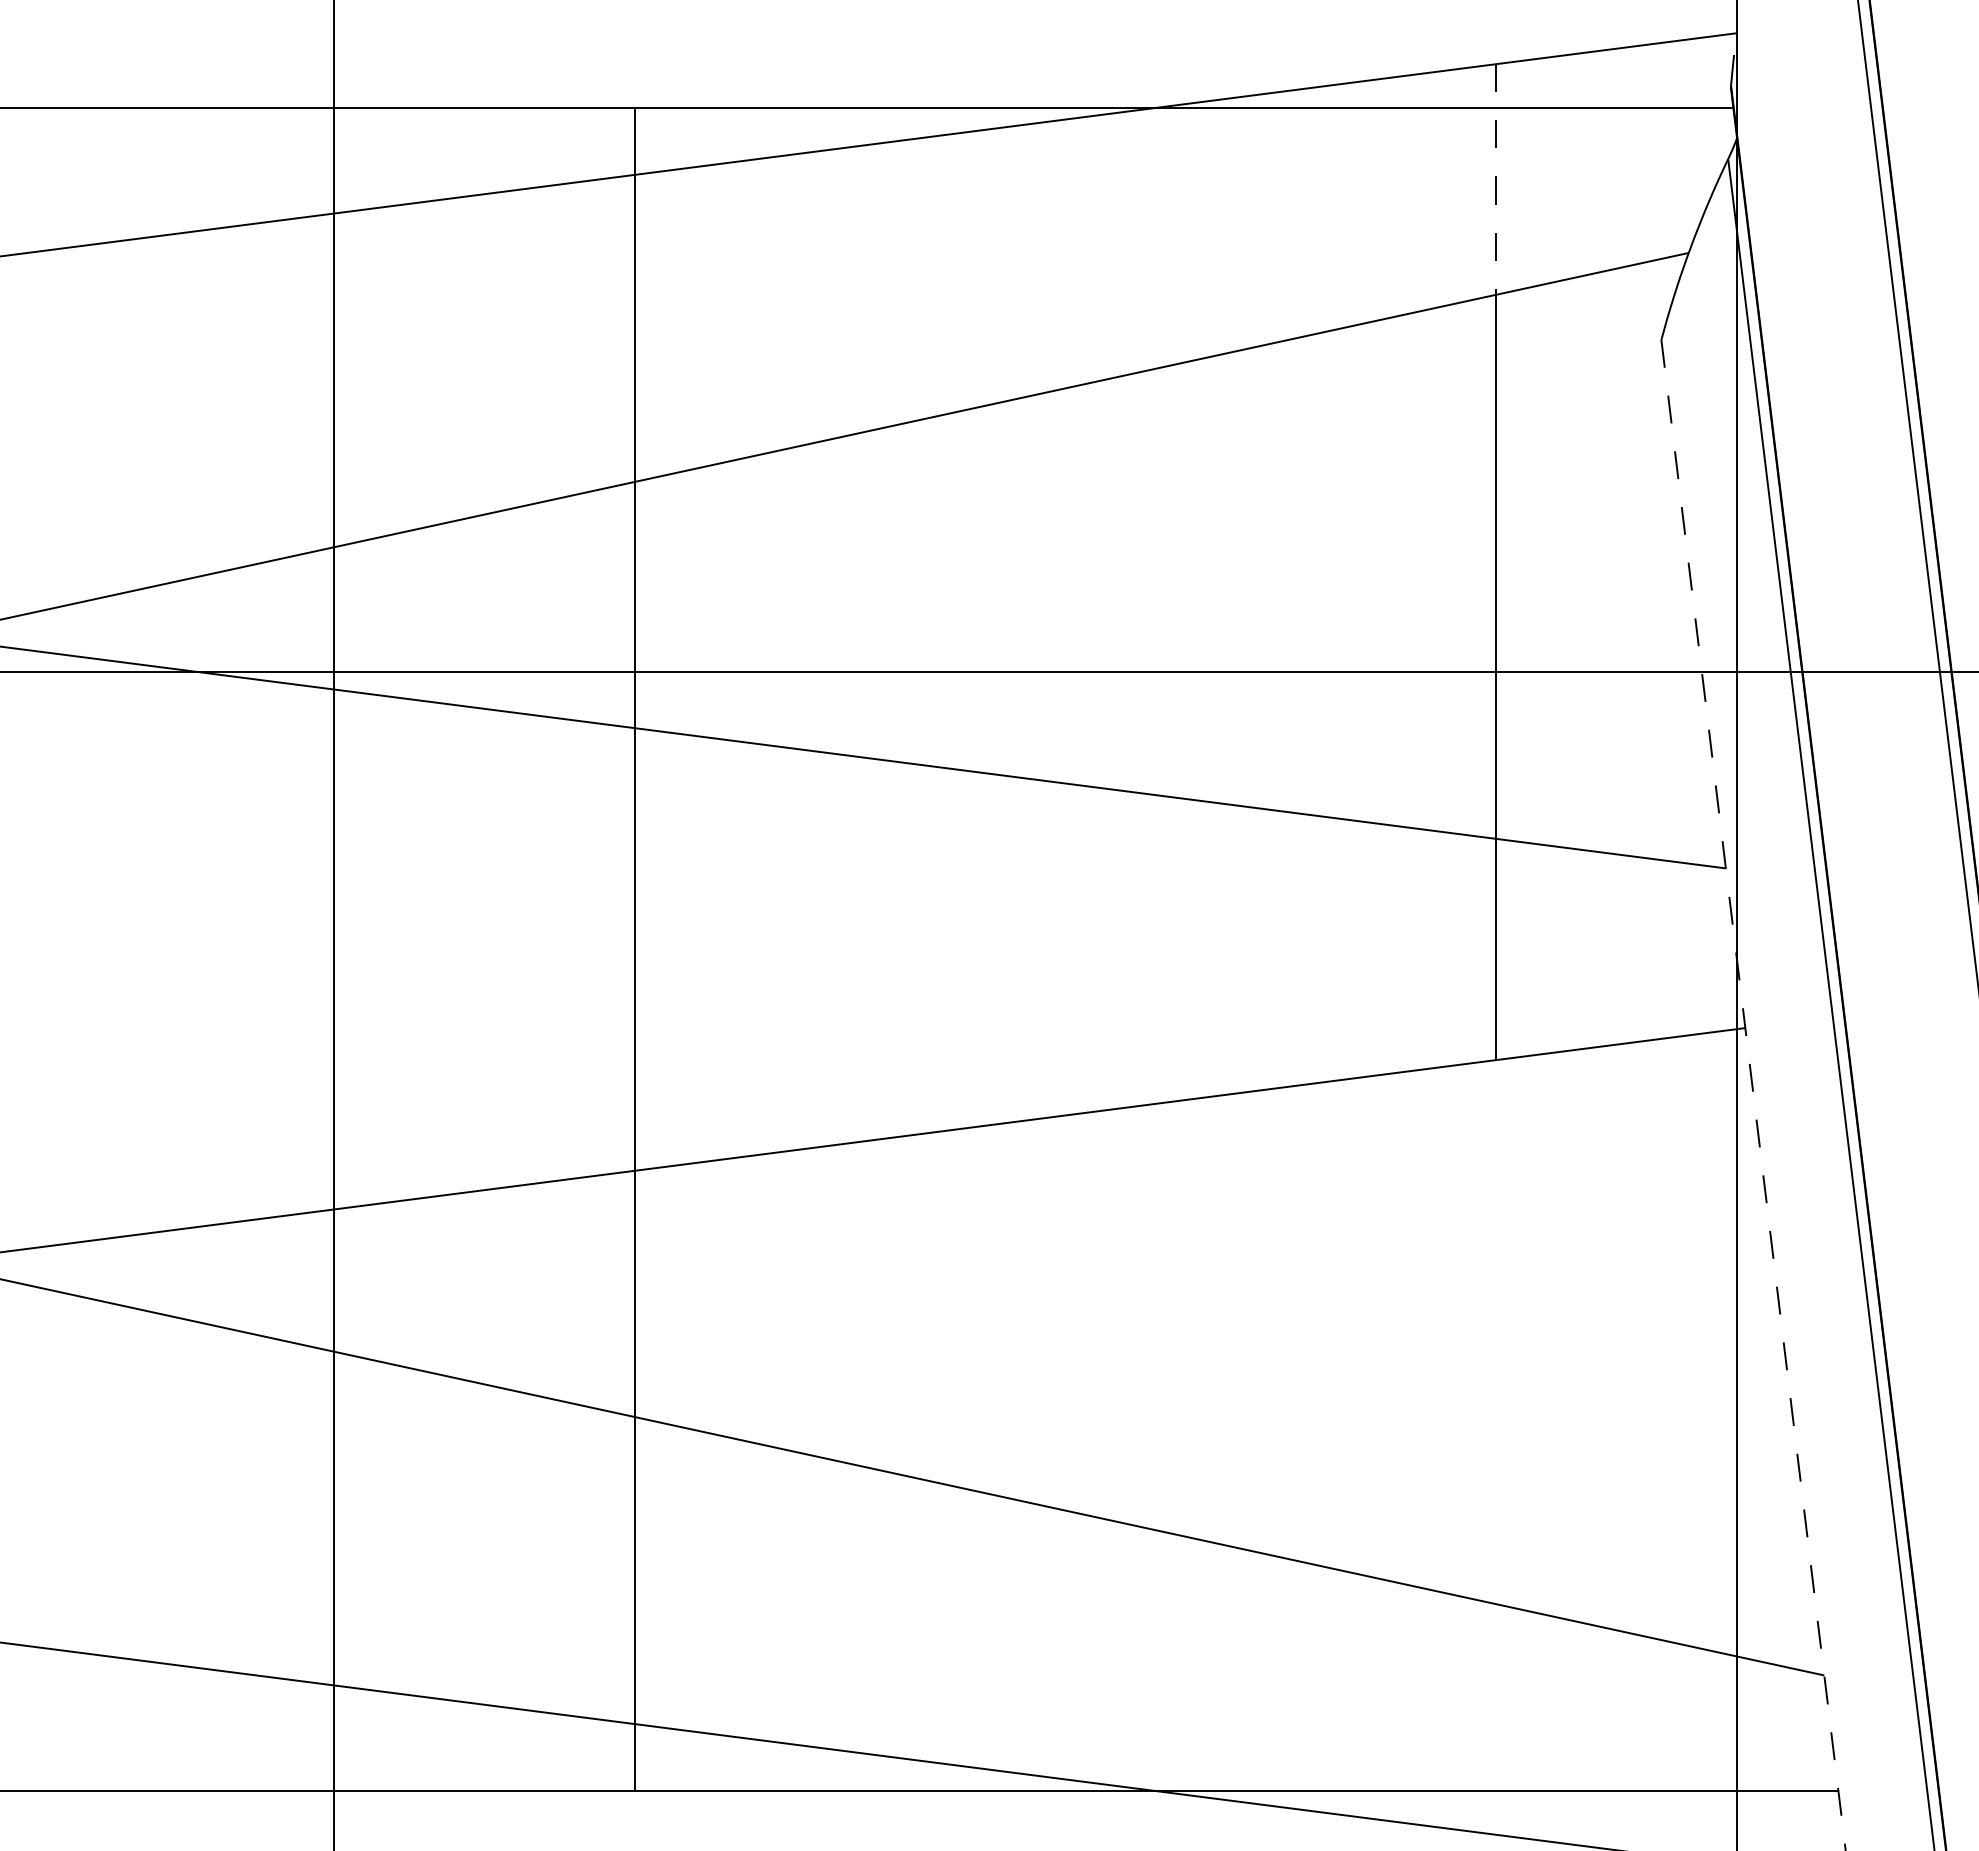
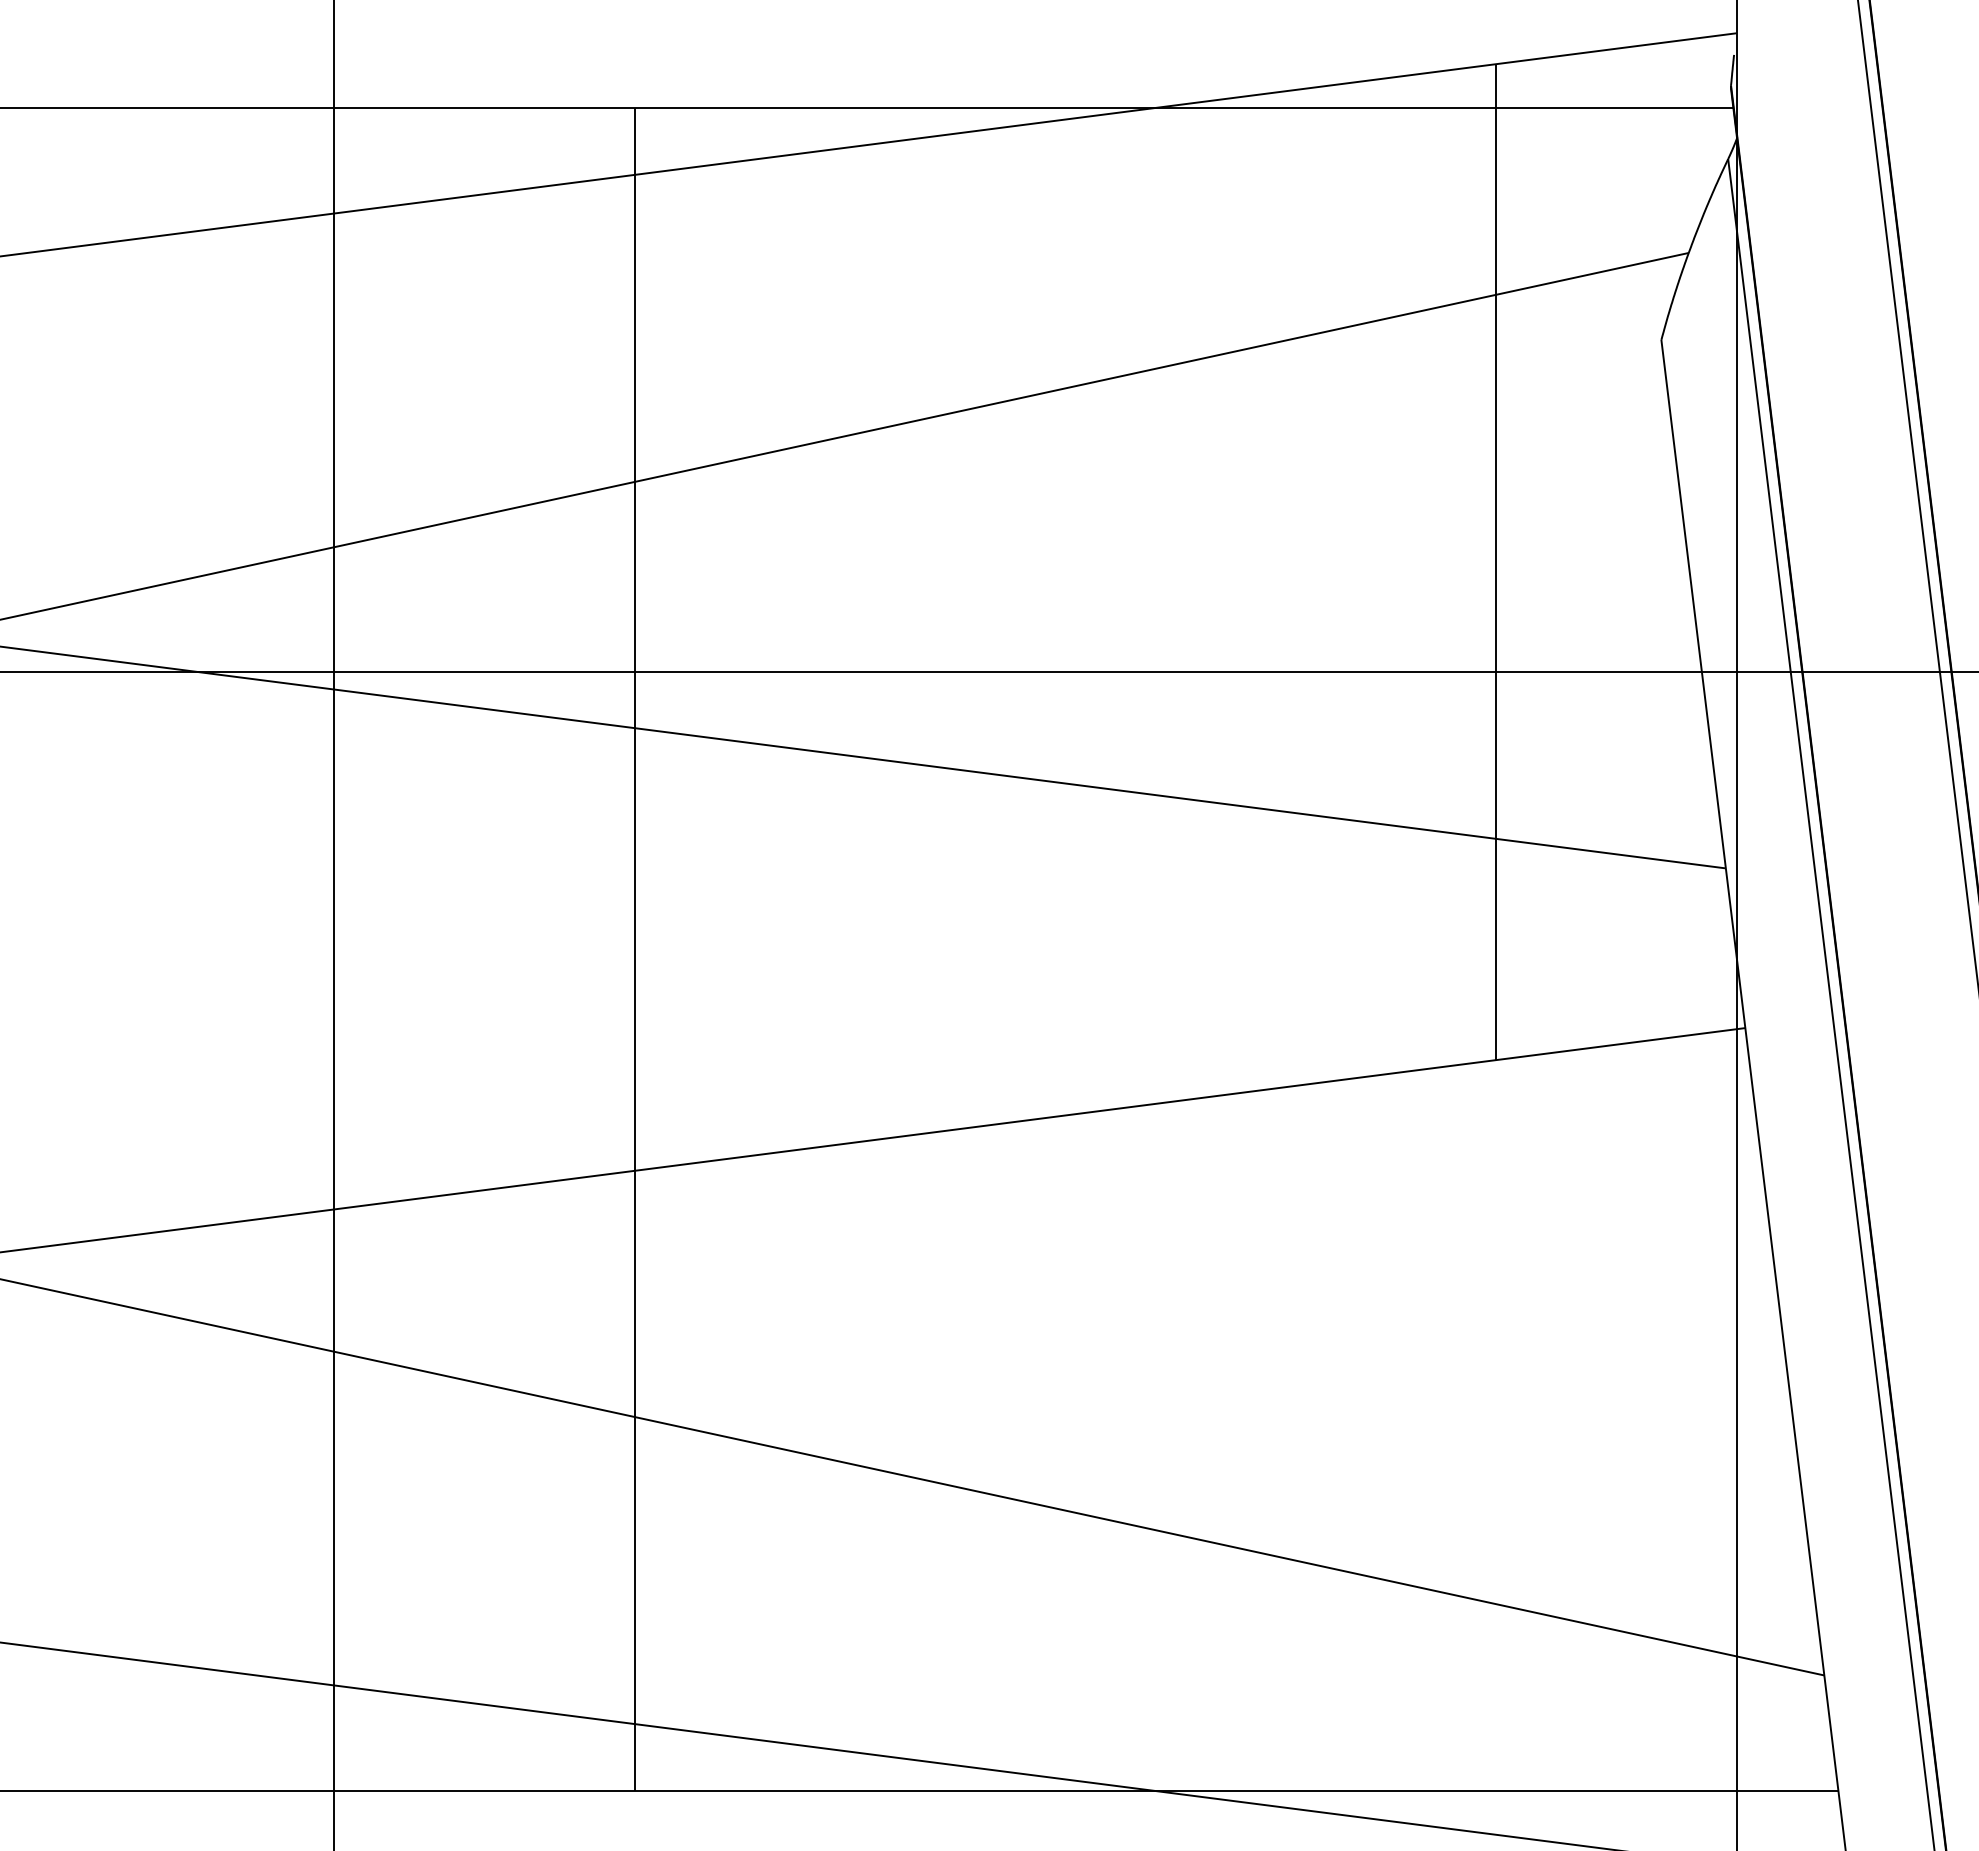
line at (1495, 180): dashed -> solid
line at (1753, 1095): dashed -> solid
